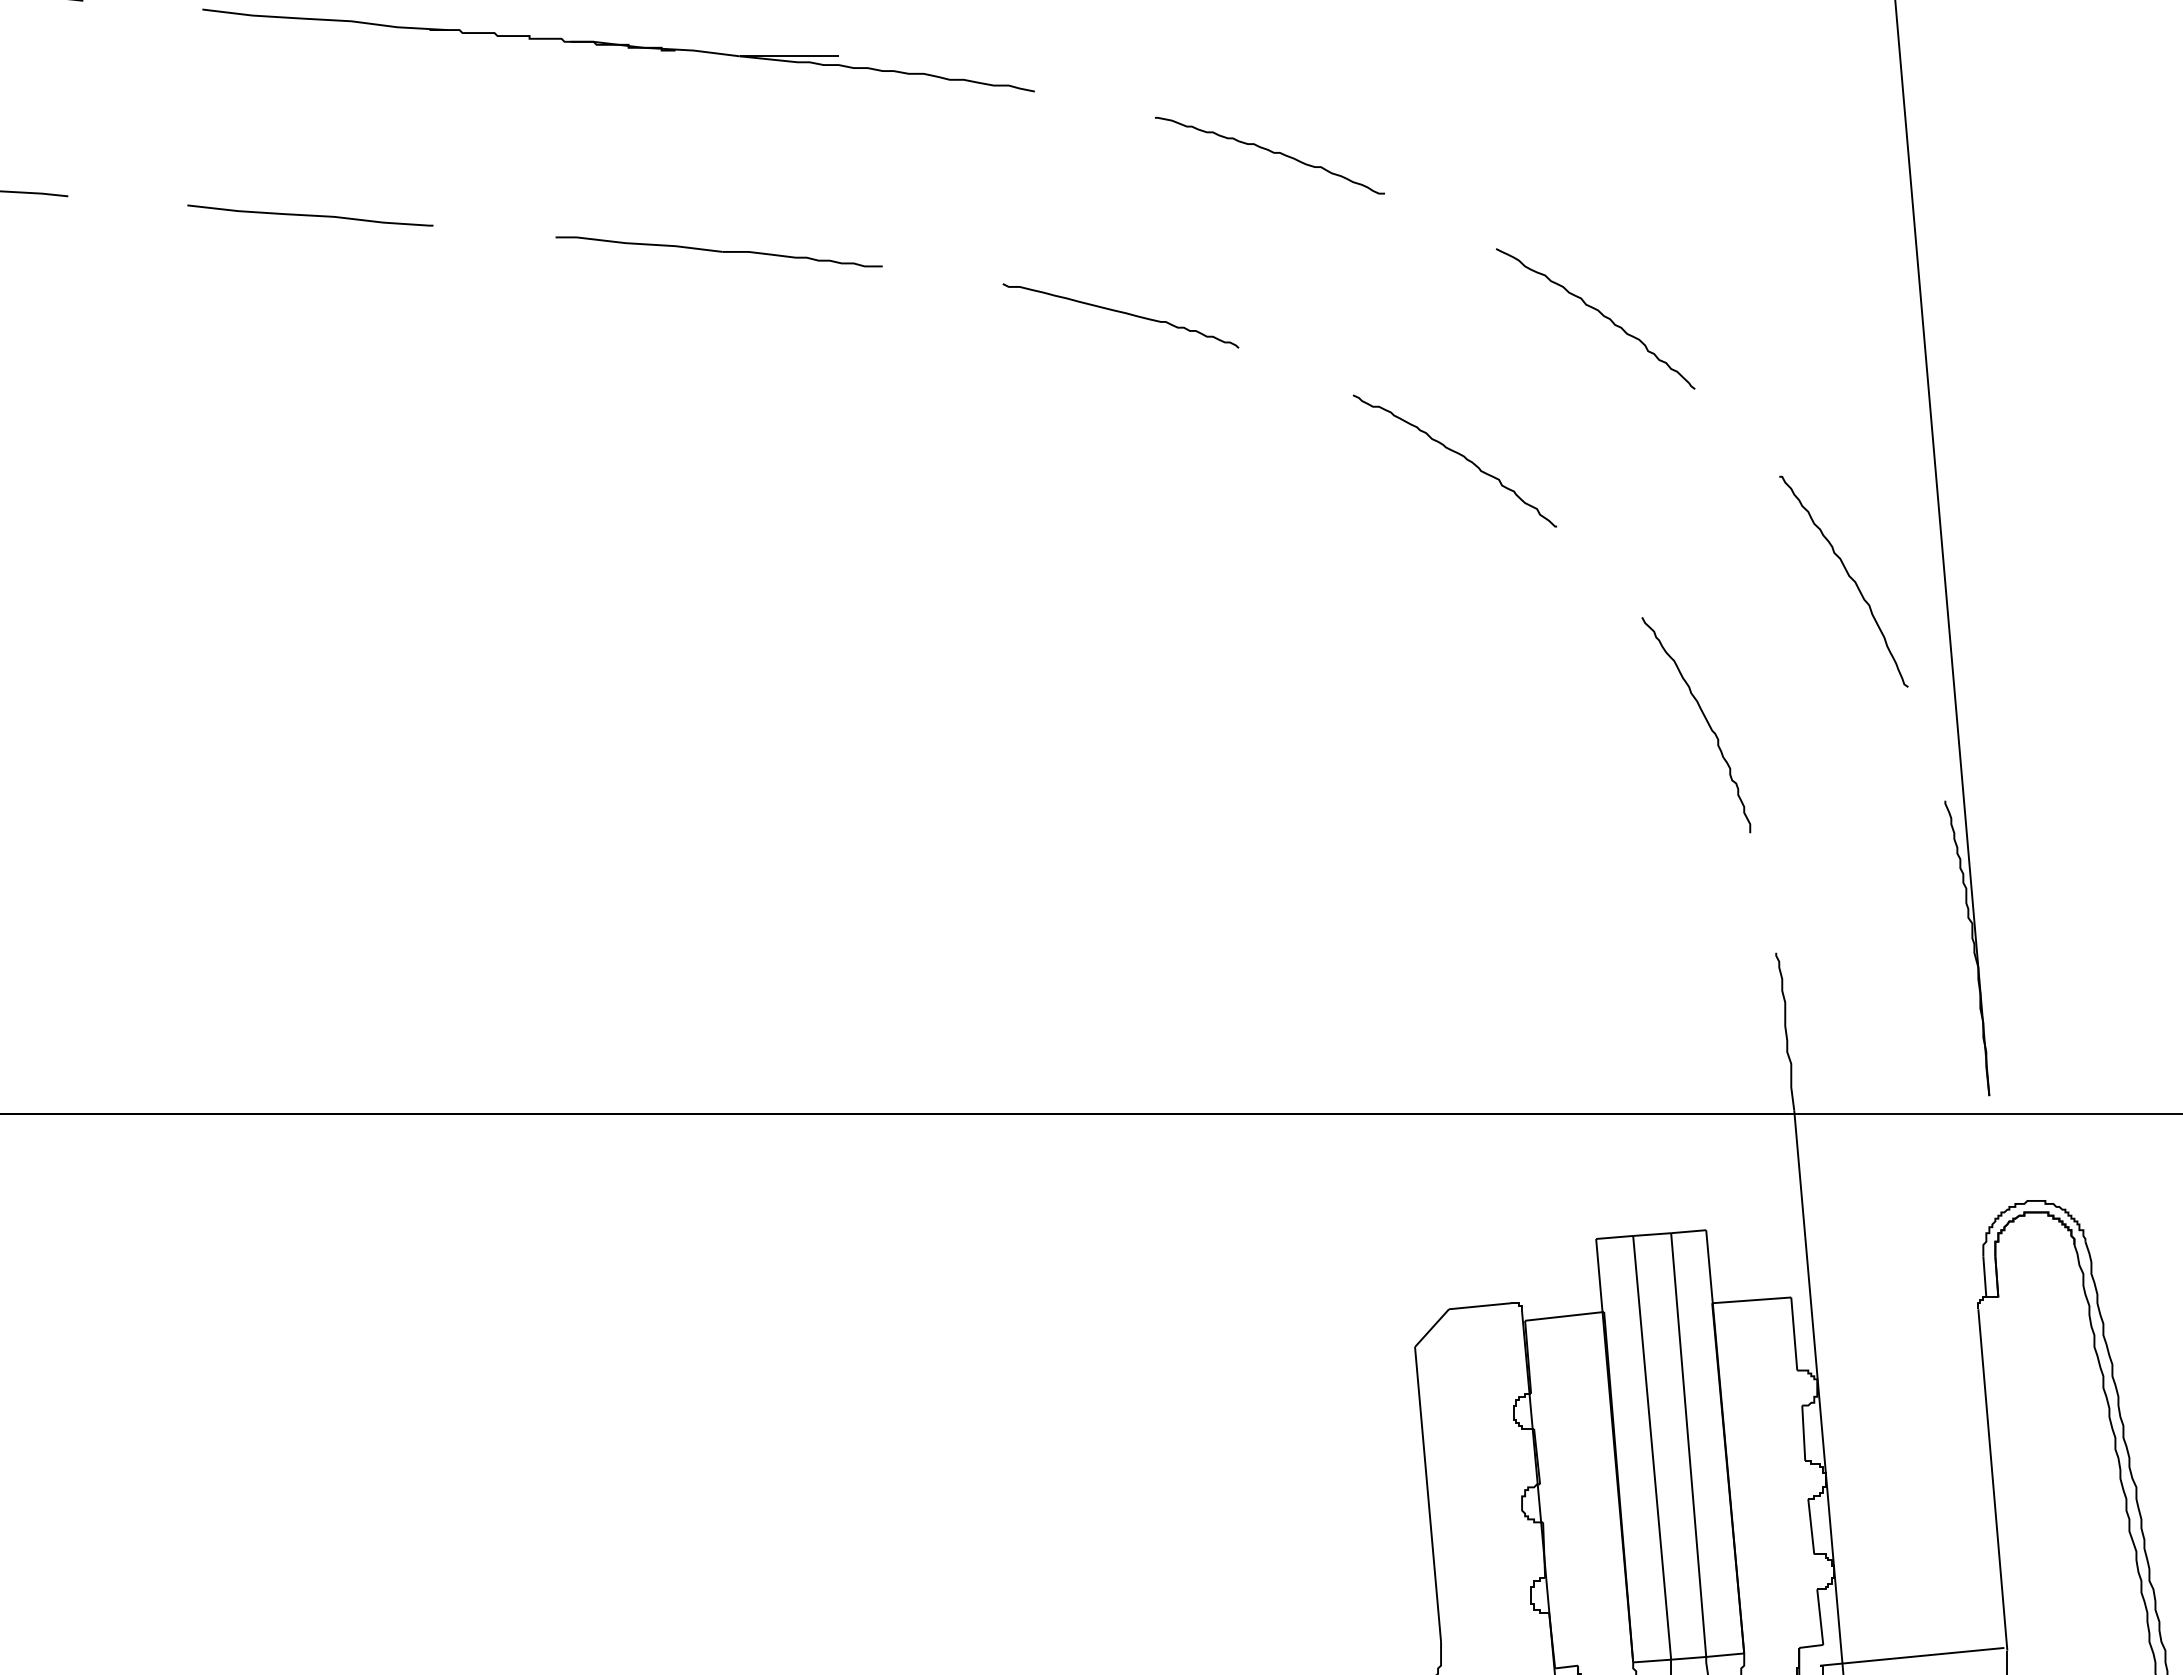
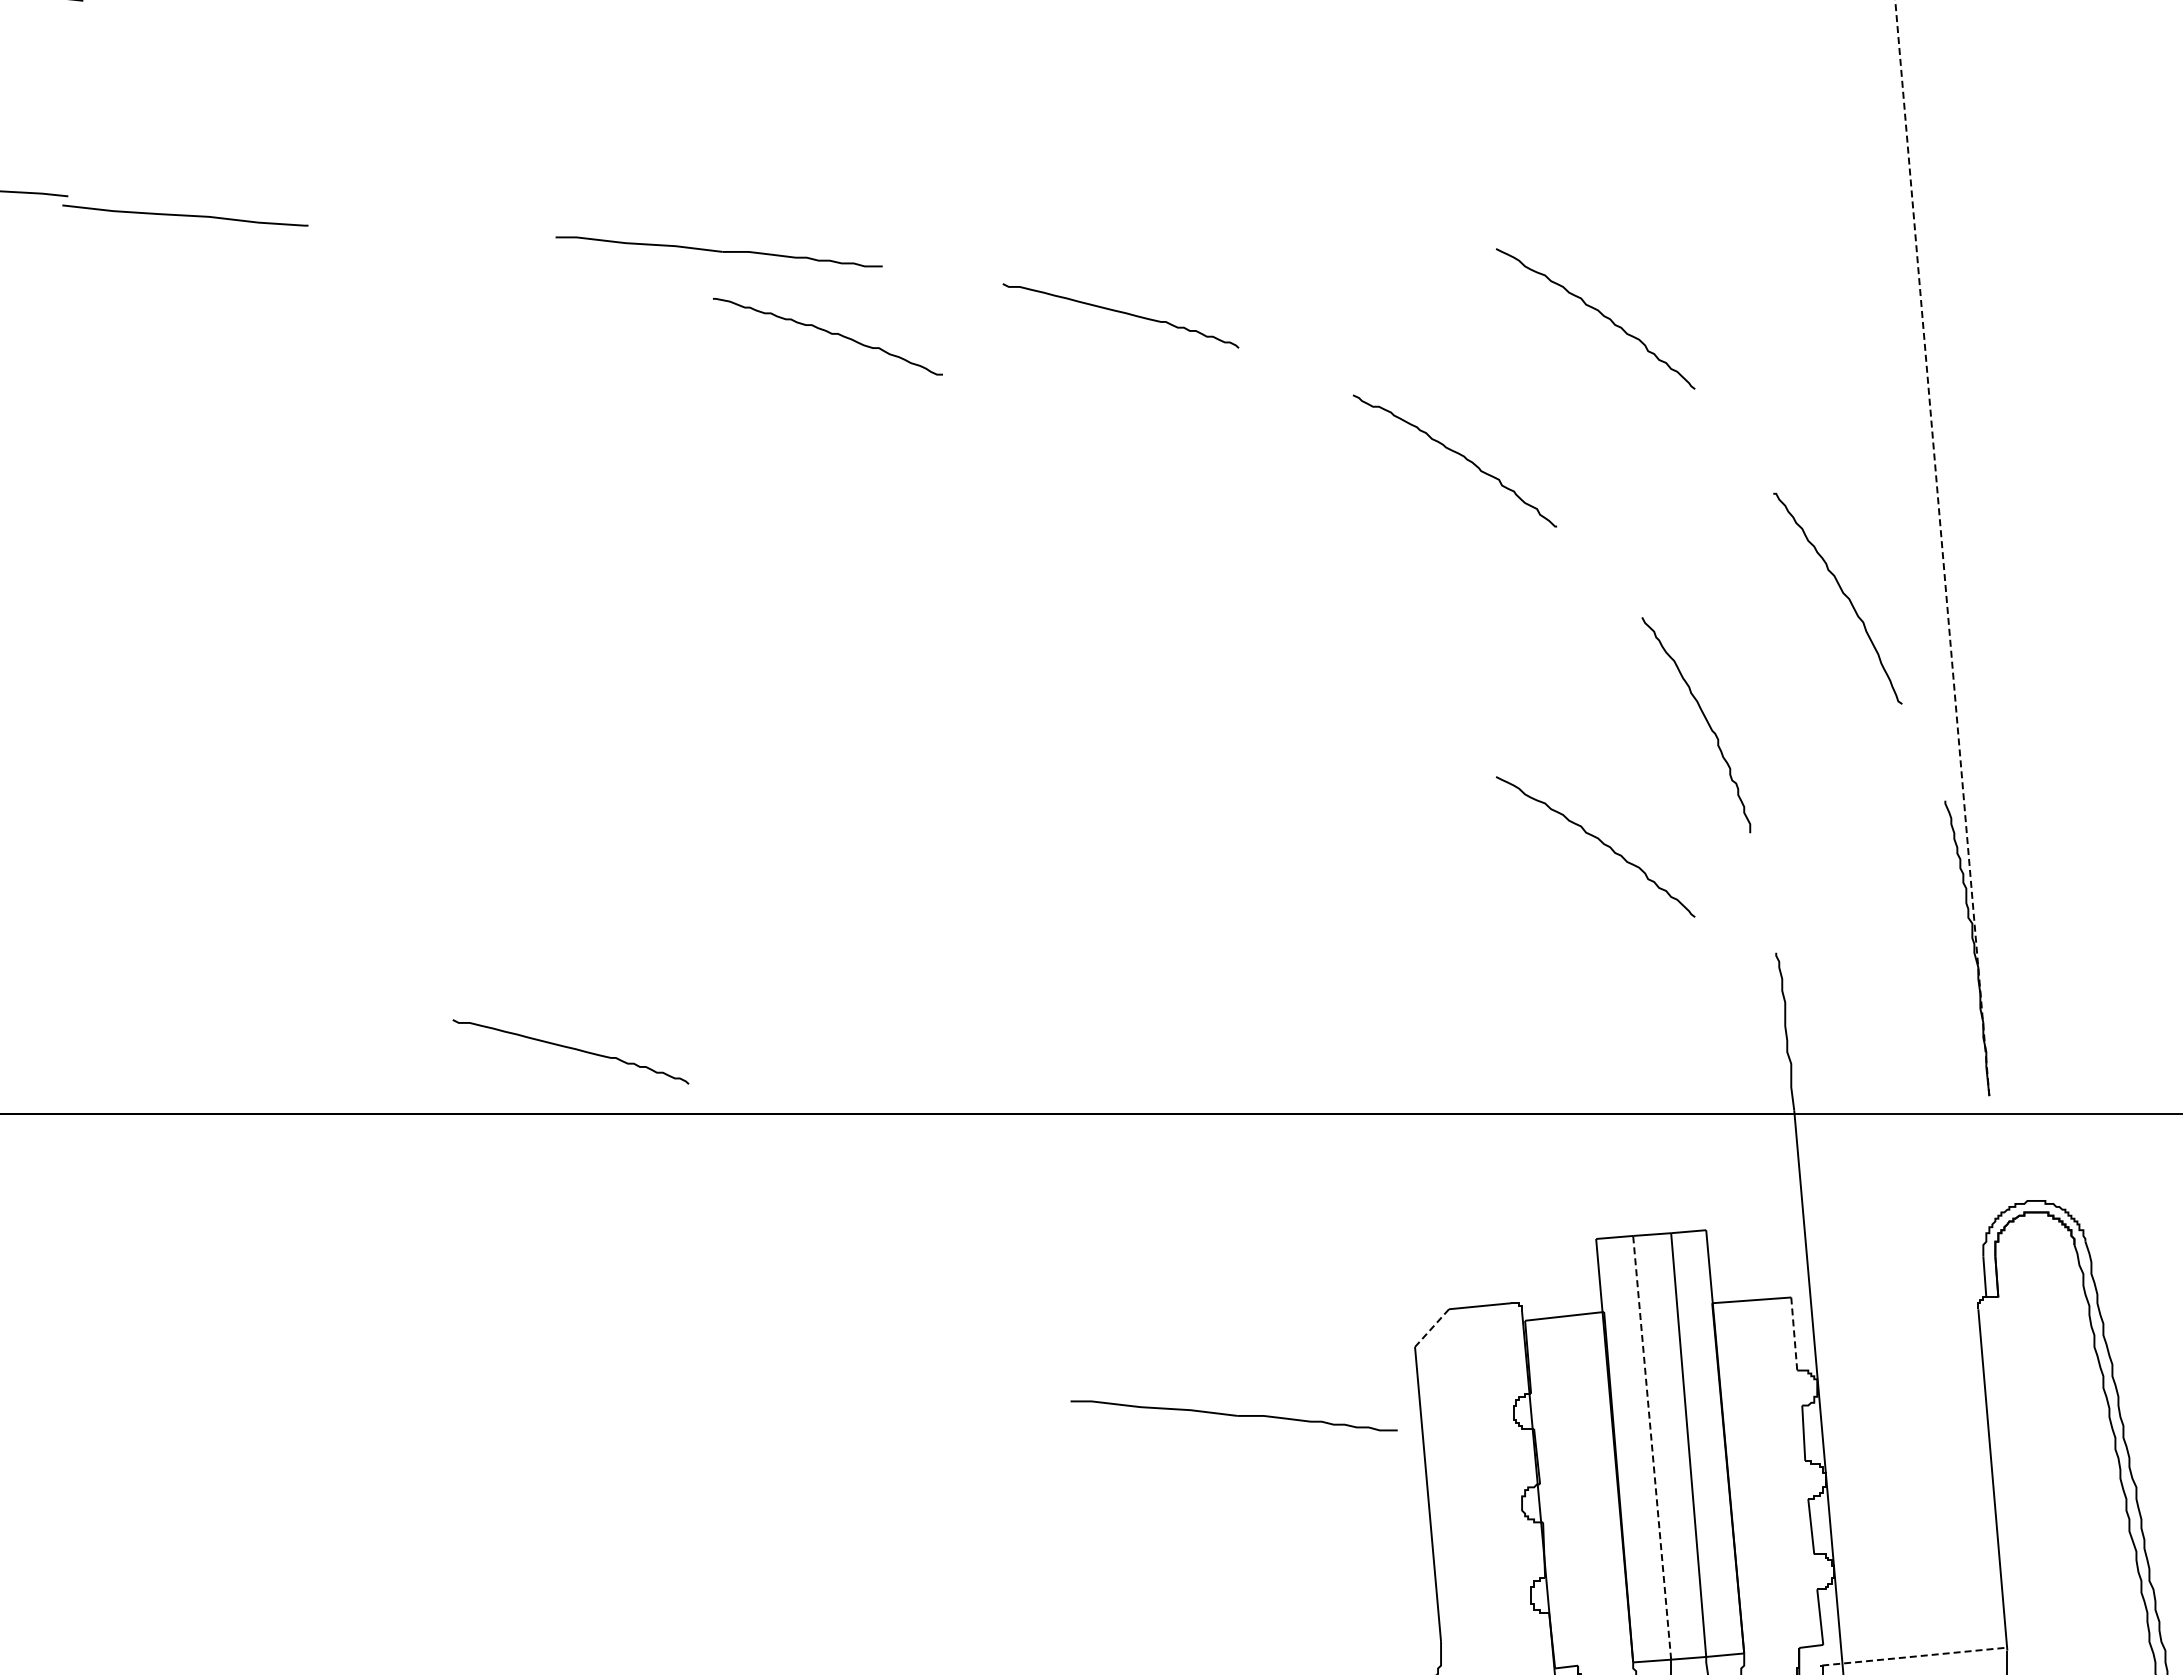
part at (618, 50): present -> none
curve at (1270, 152) position: (1270, 152) -> (828, 333)
curve at (310, 215) position: (310, 215) -> (185, 215)
line at (1942, 548): solid -> dashed
curve at (1848, 576) position: (1848, 576) -> (1842, 593)
curve at (1599, 841): none -> present
curve at (571, 1049): none -> present
line at (1431, 1328): solid -> dashed
line at (1794, 1334): solid -> dashed
part at (1233, 1415): none -> present
line at (1652, 1447): solid -> dashed
line at (1911, 1656): solid -> dashed
